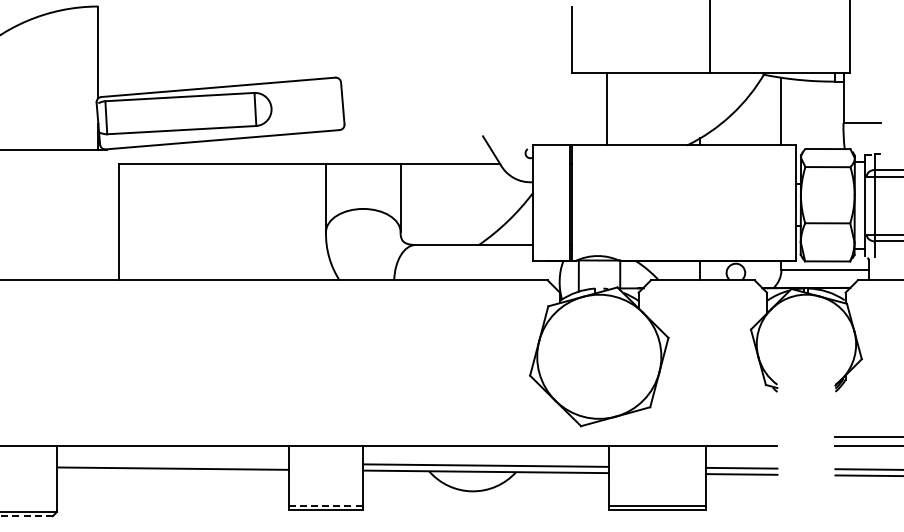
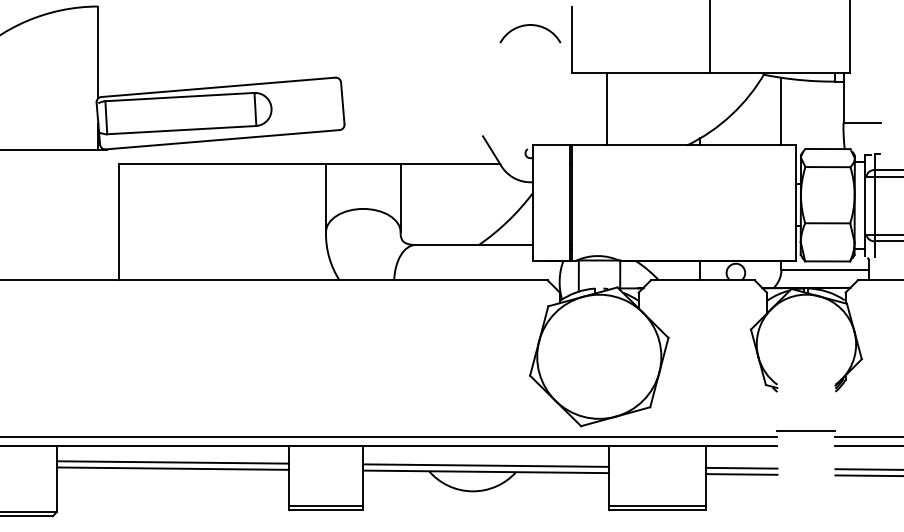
arc at (530, 25): none -> present
line at (806, 431): none -> present
line at (389, 436): none -> present
line at (172, 462): none -> present
line at (326, 505): dashed -> solid
line at (26, 516): dashed -> solid
